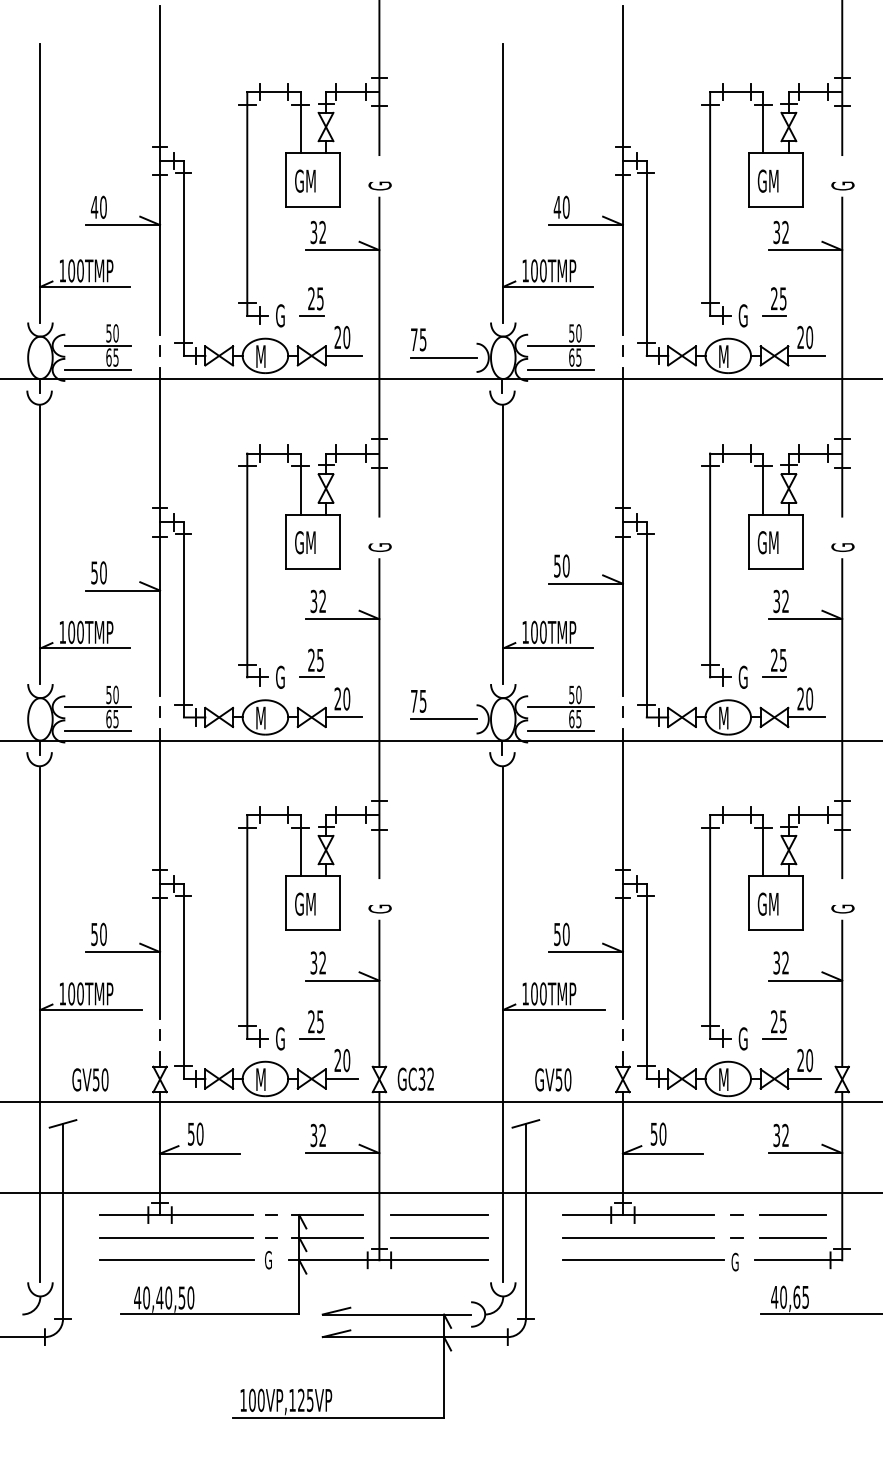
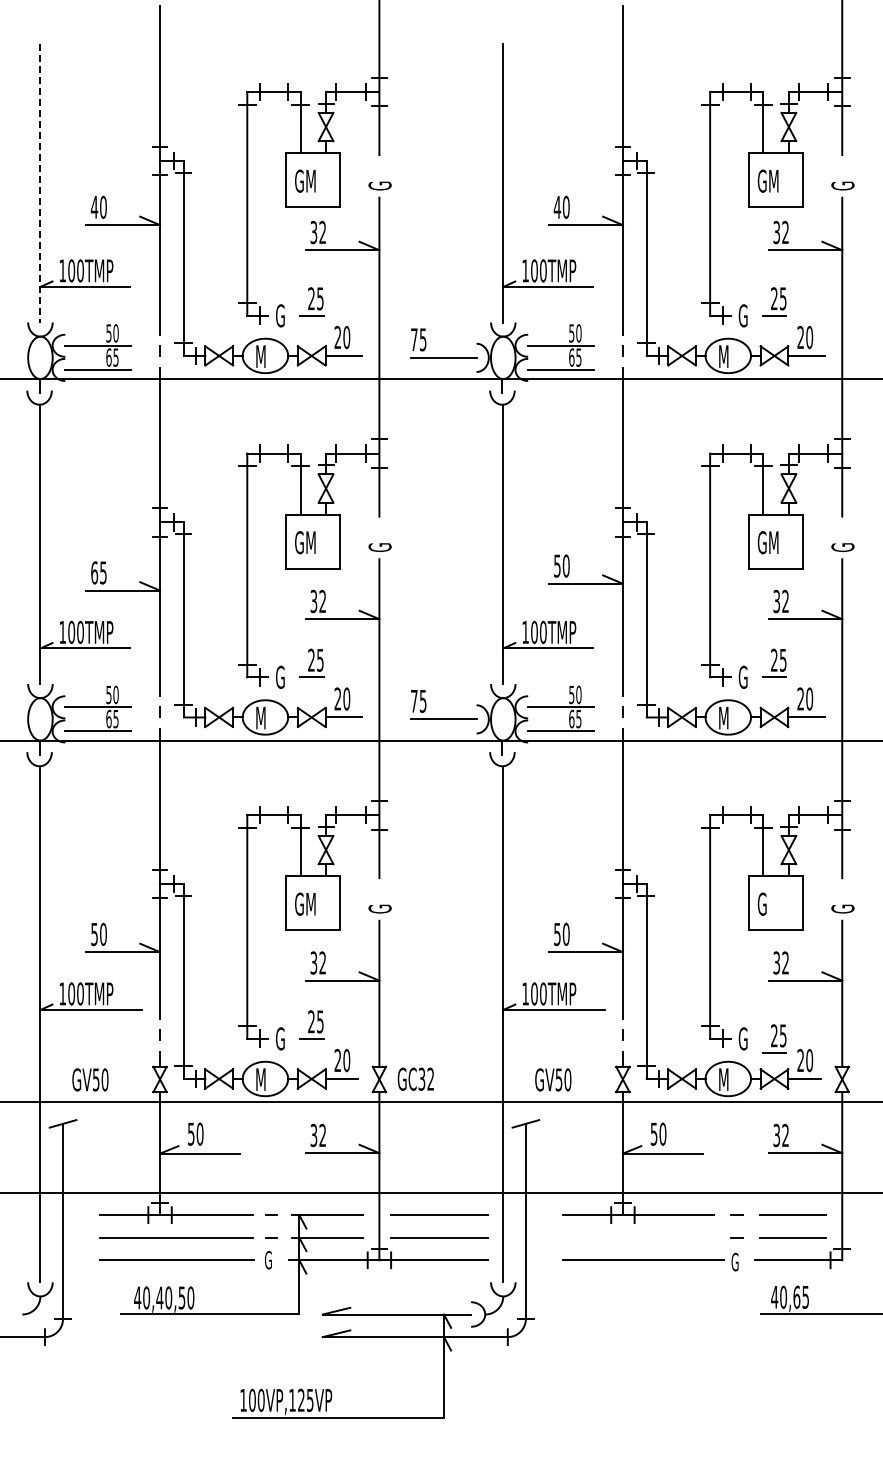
line at (40, 184): solid -> dashed
text at (98, 572): 50 -> 65
text at (773, 904): GM -> G
part at (774, 1024) position: (774, 1024) -> (774, 1038)
line at (638, 1237): present -> none
